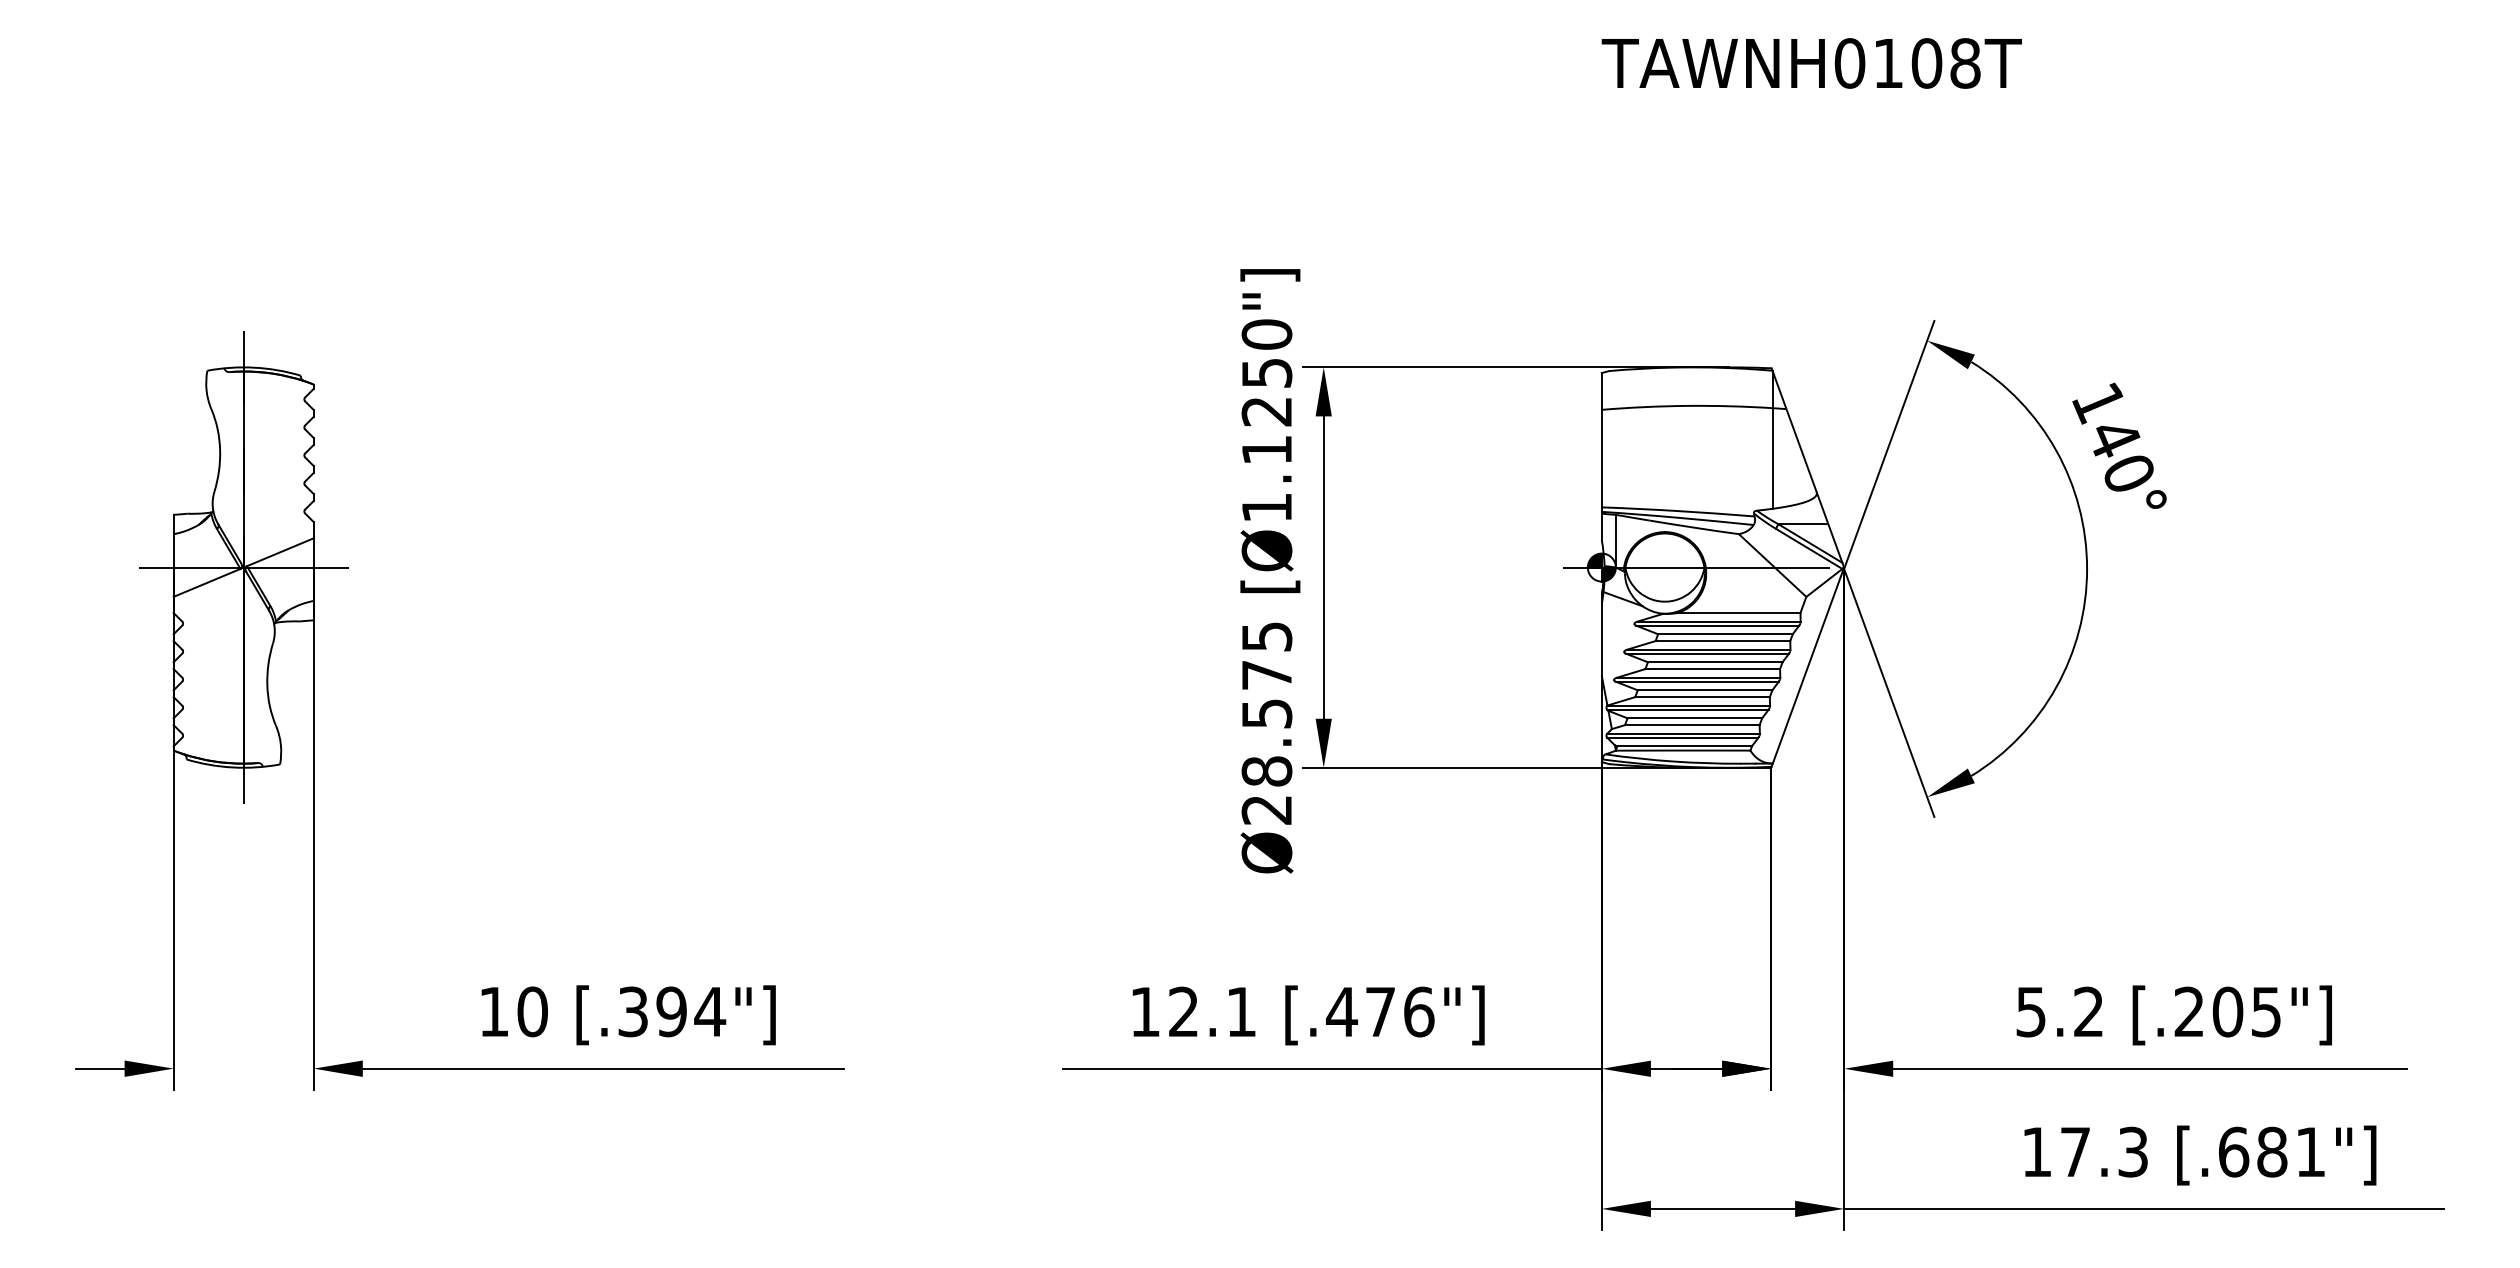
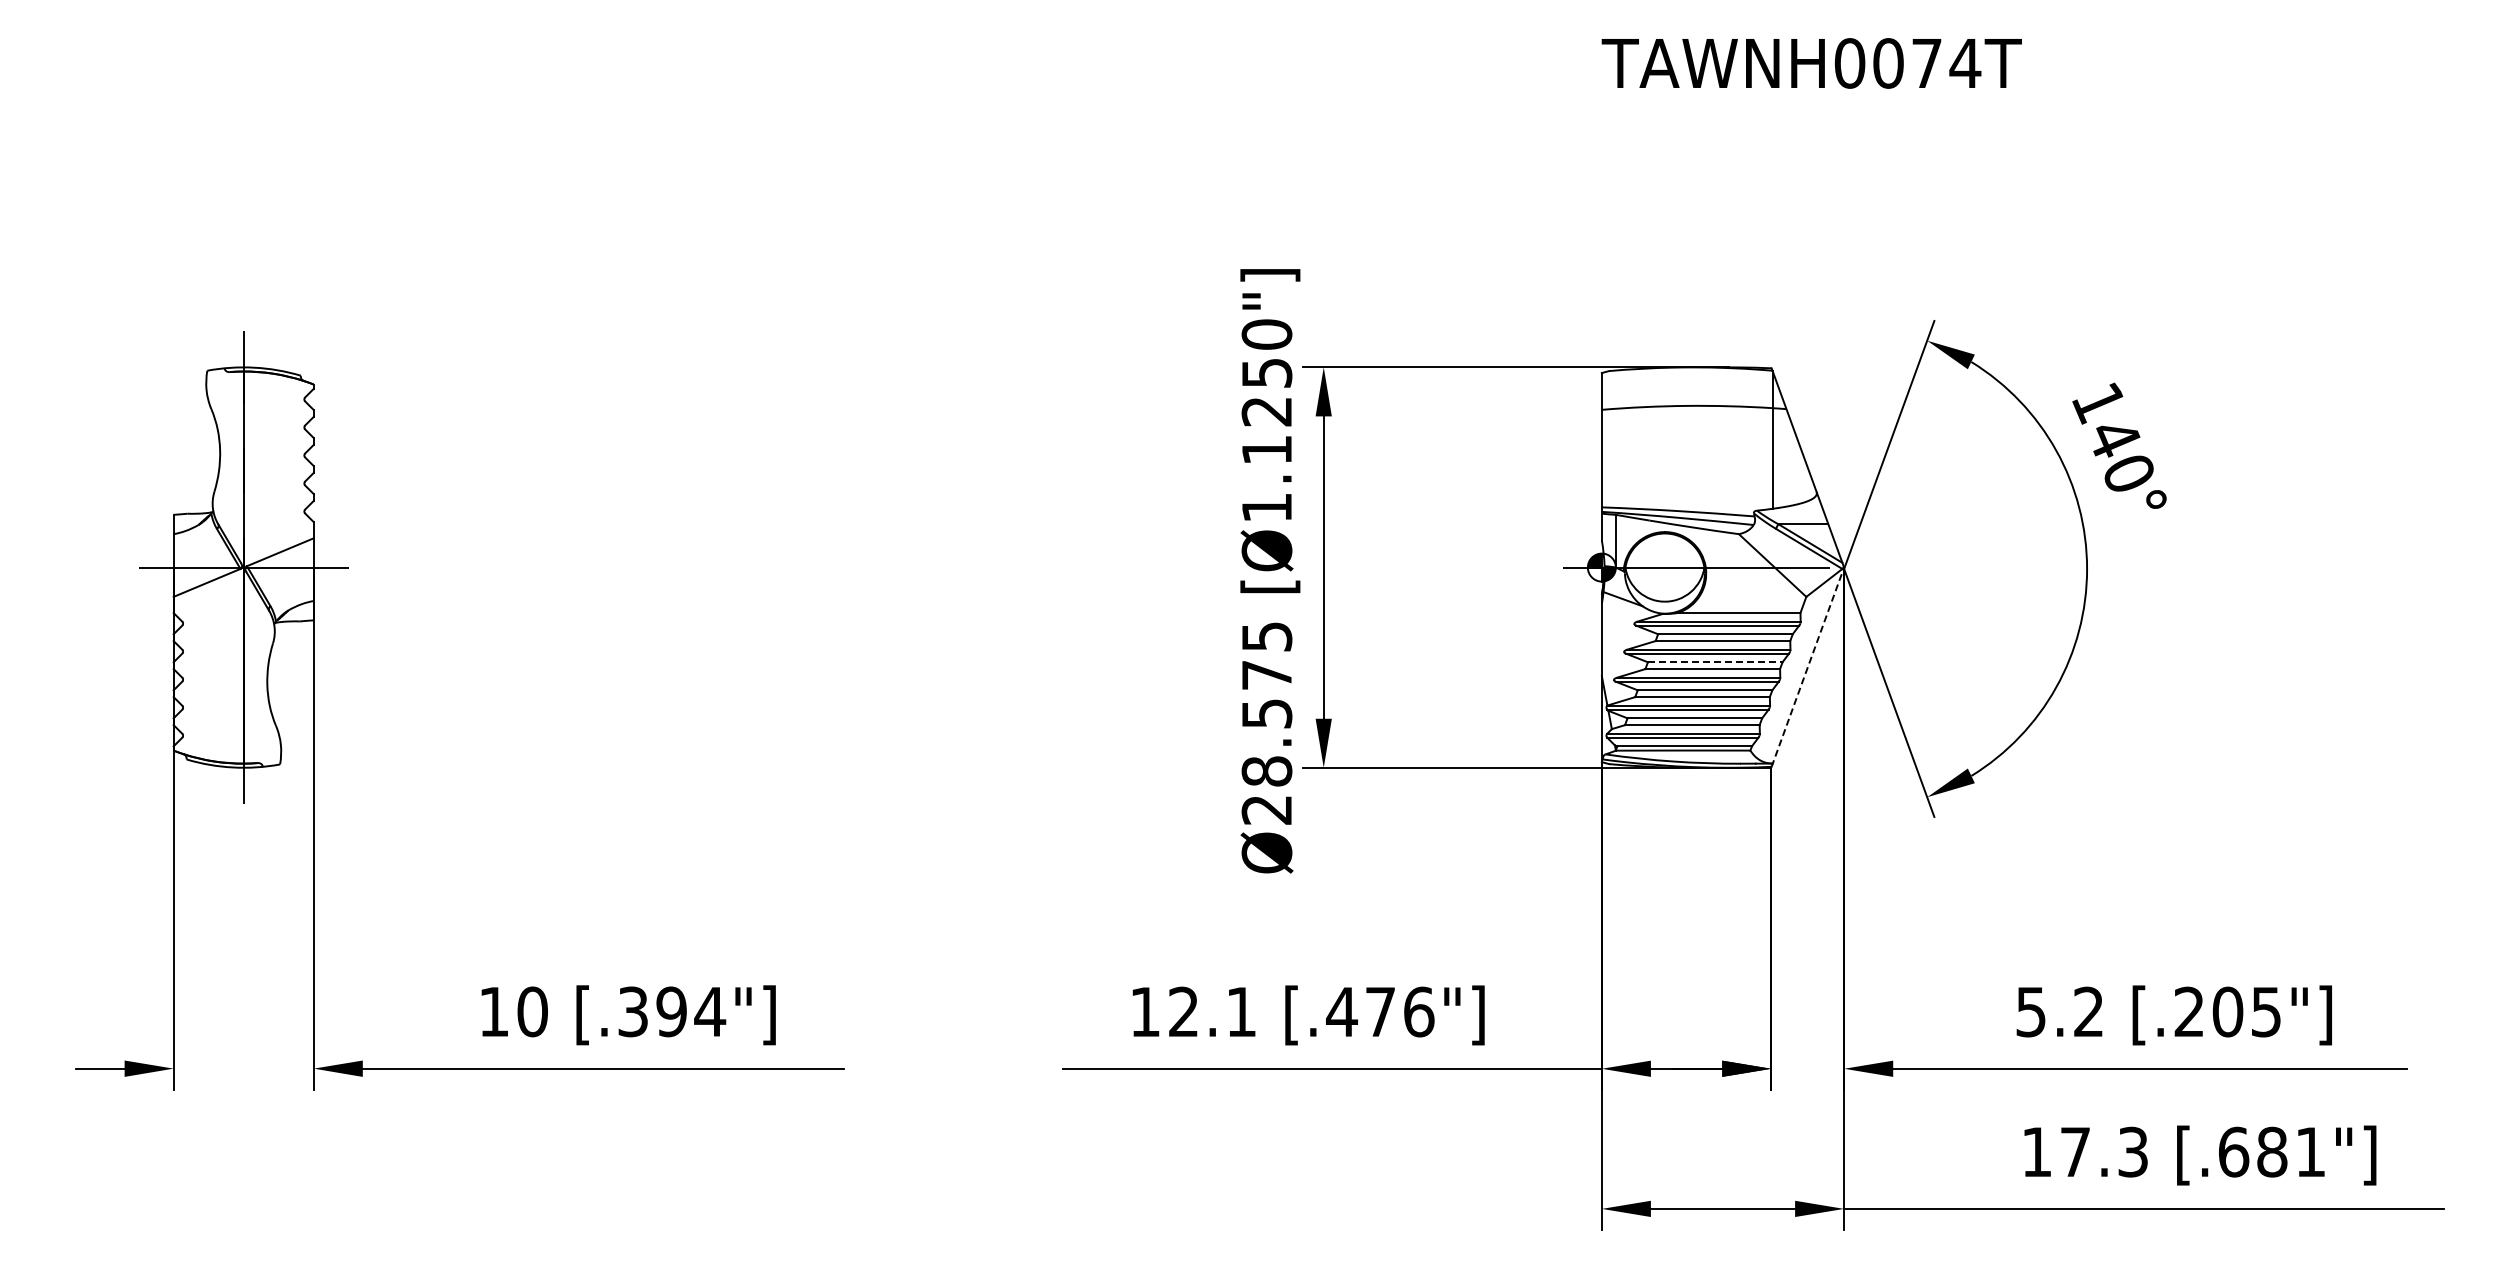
text at (1927, 63): TAWNH0108T -> TAWNH0074T
line at (1715, 662): solid -> dashed
line at (1808, 666): solid -> dashed
